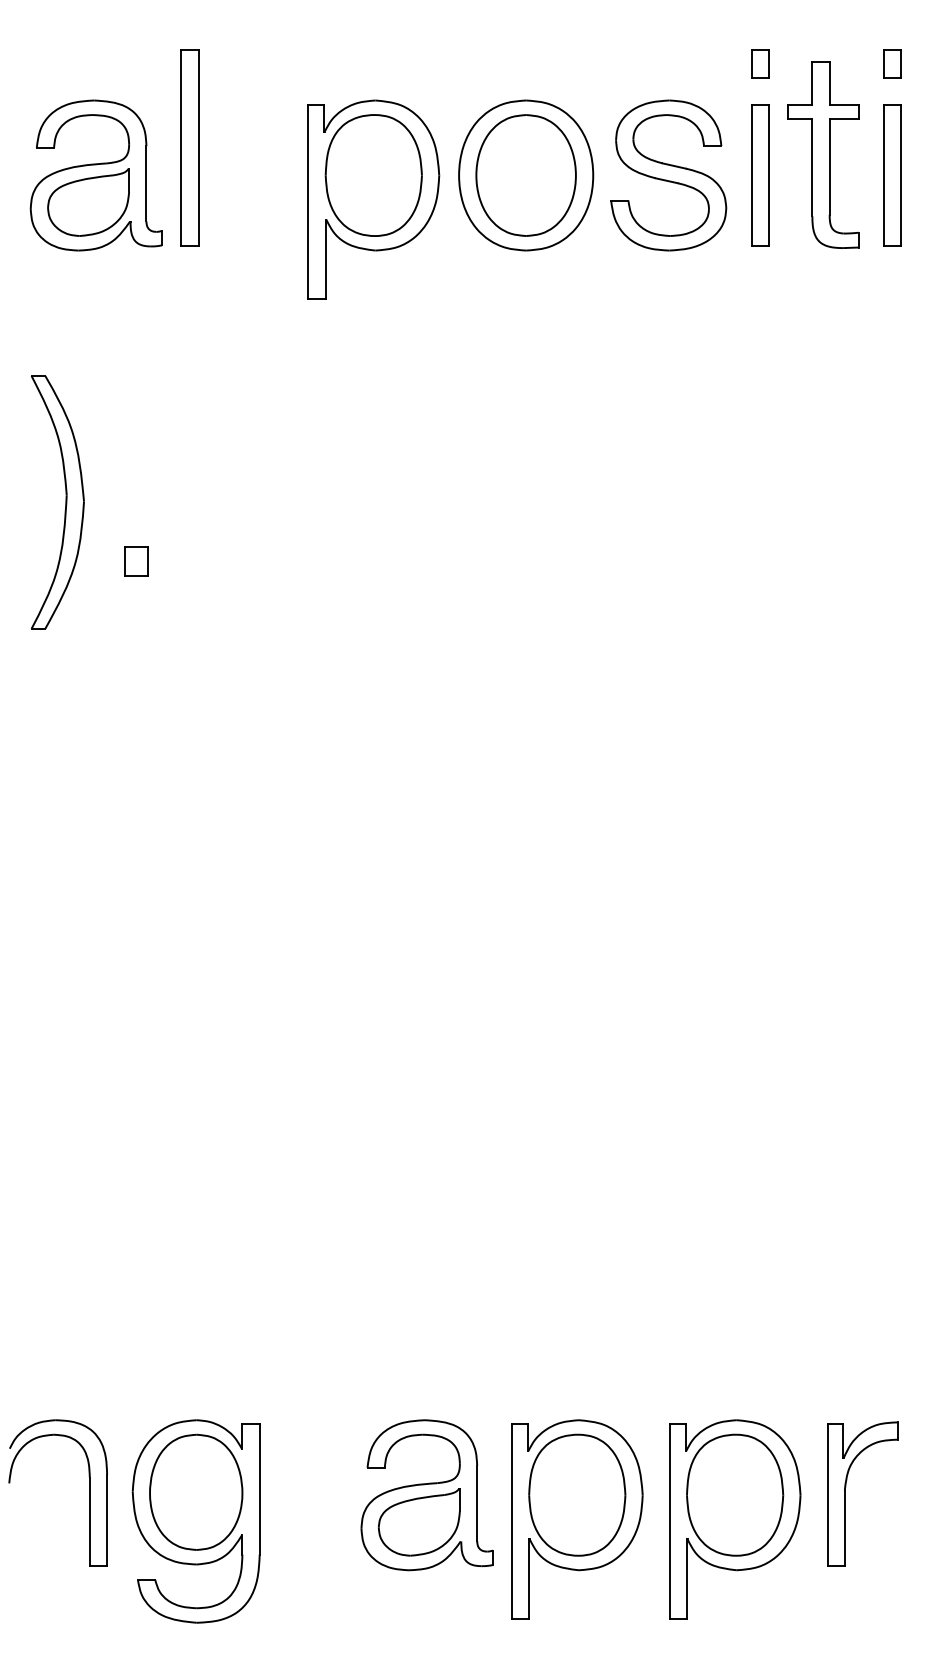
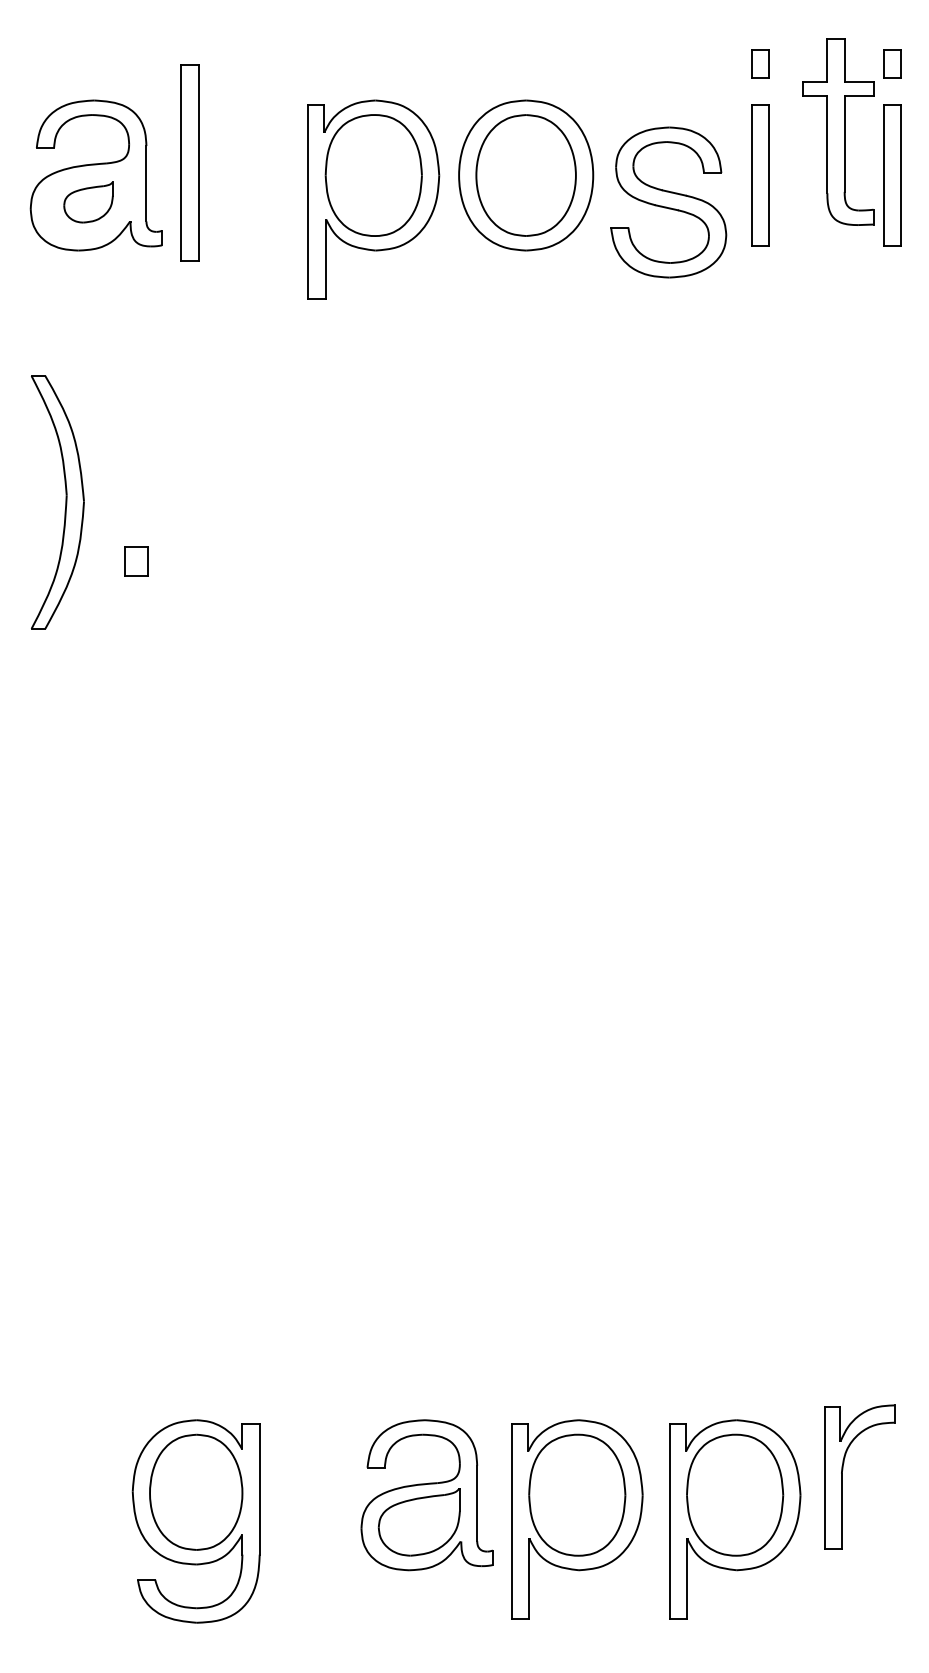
part at (189, 147) position: (189, 147) -> (189, 162)
part at (823, 154) position: (823, 154) -> (838, 131)
part at (668, 175) position: (668, 175) -> (668, 202)
part at (88, 202) size: 83x69 px -> 51x43 px
part at (89, 1492): present -> none
part at (845, 1493) position: (845, 1493) -> (842, 1476)
